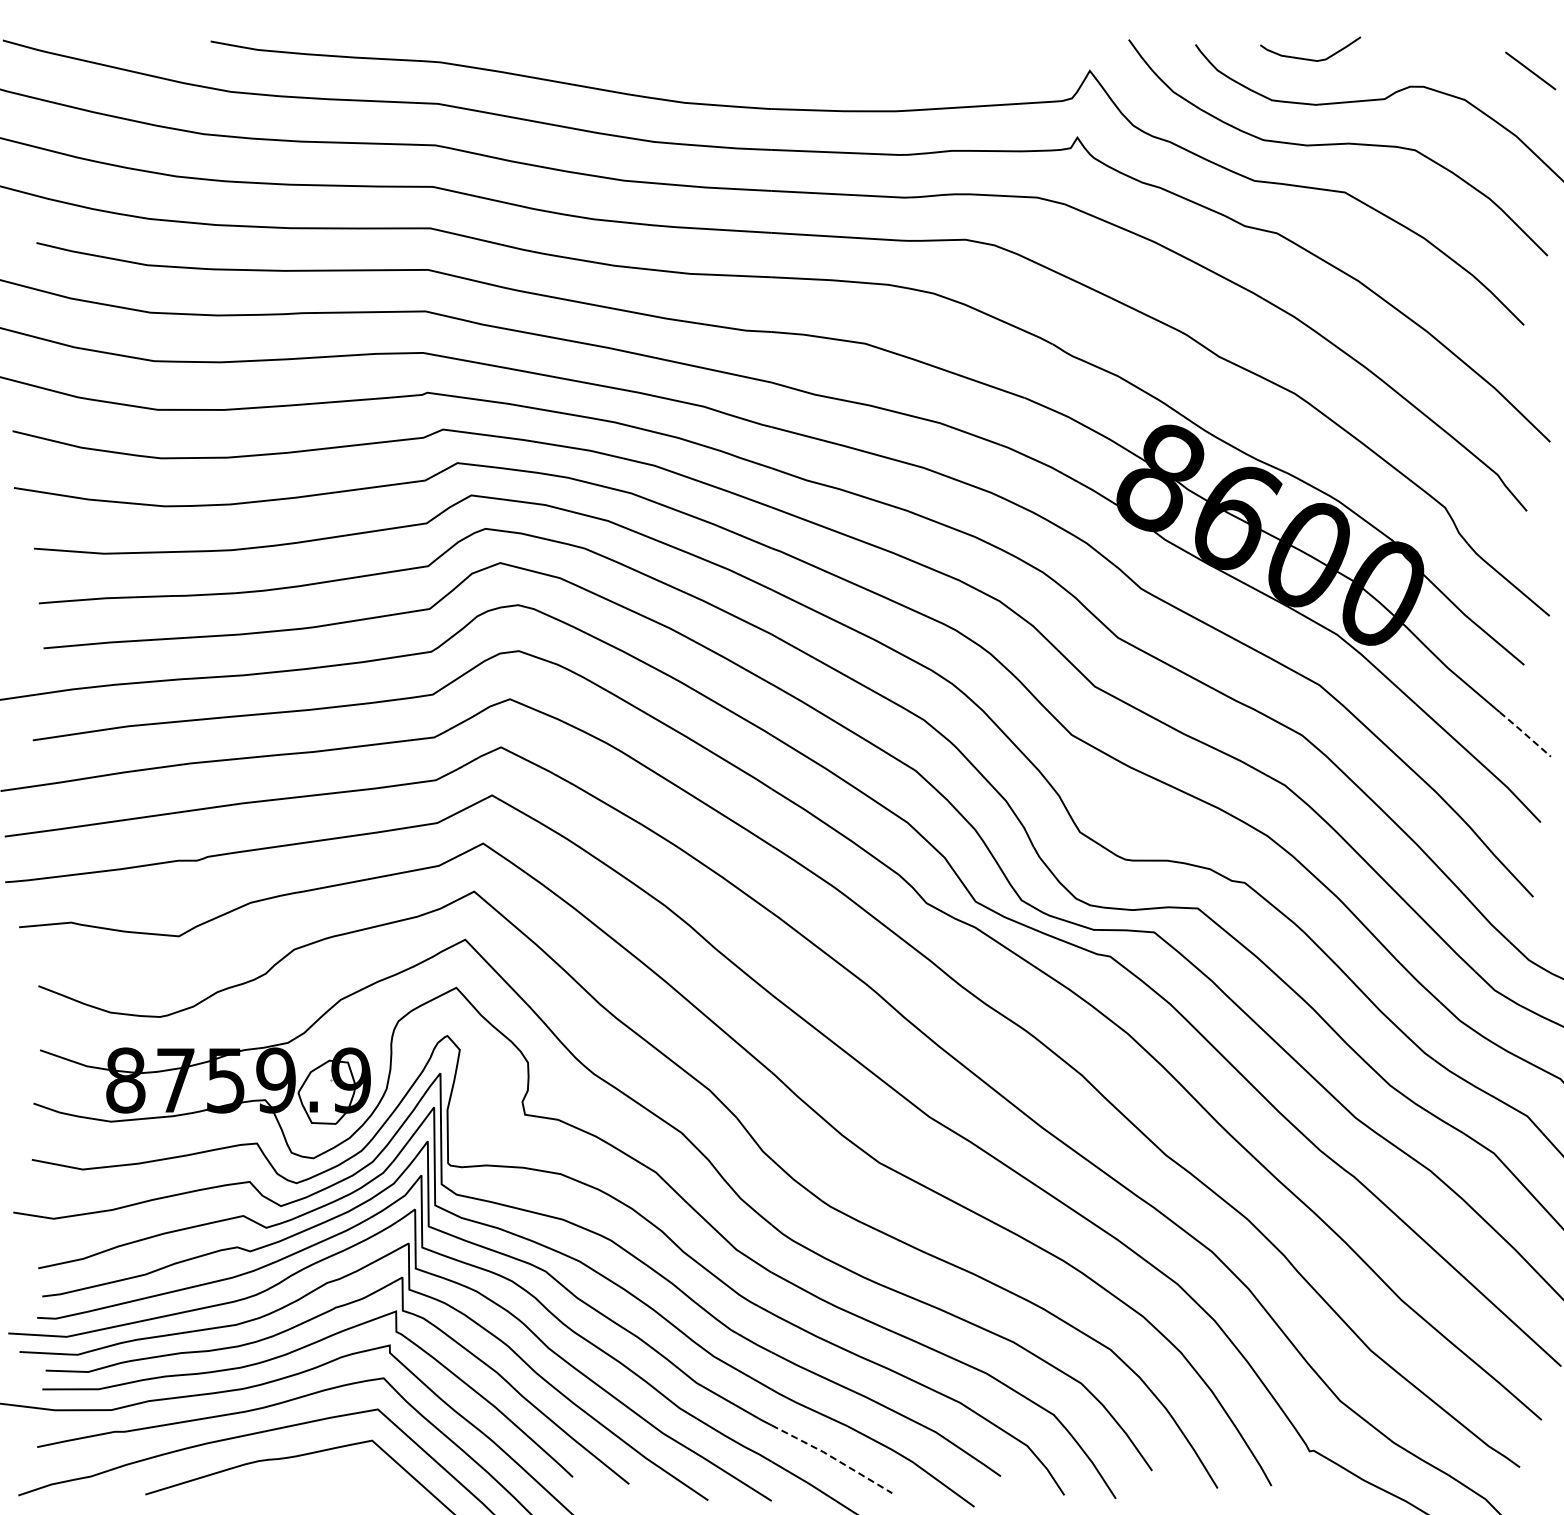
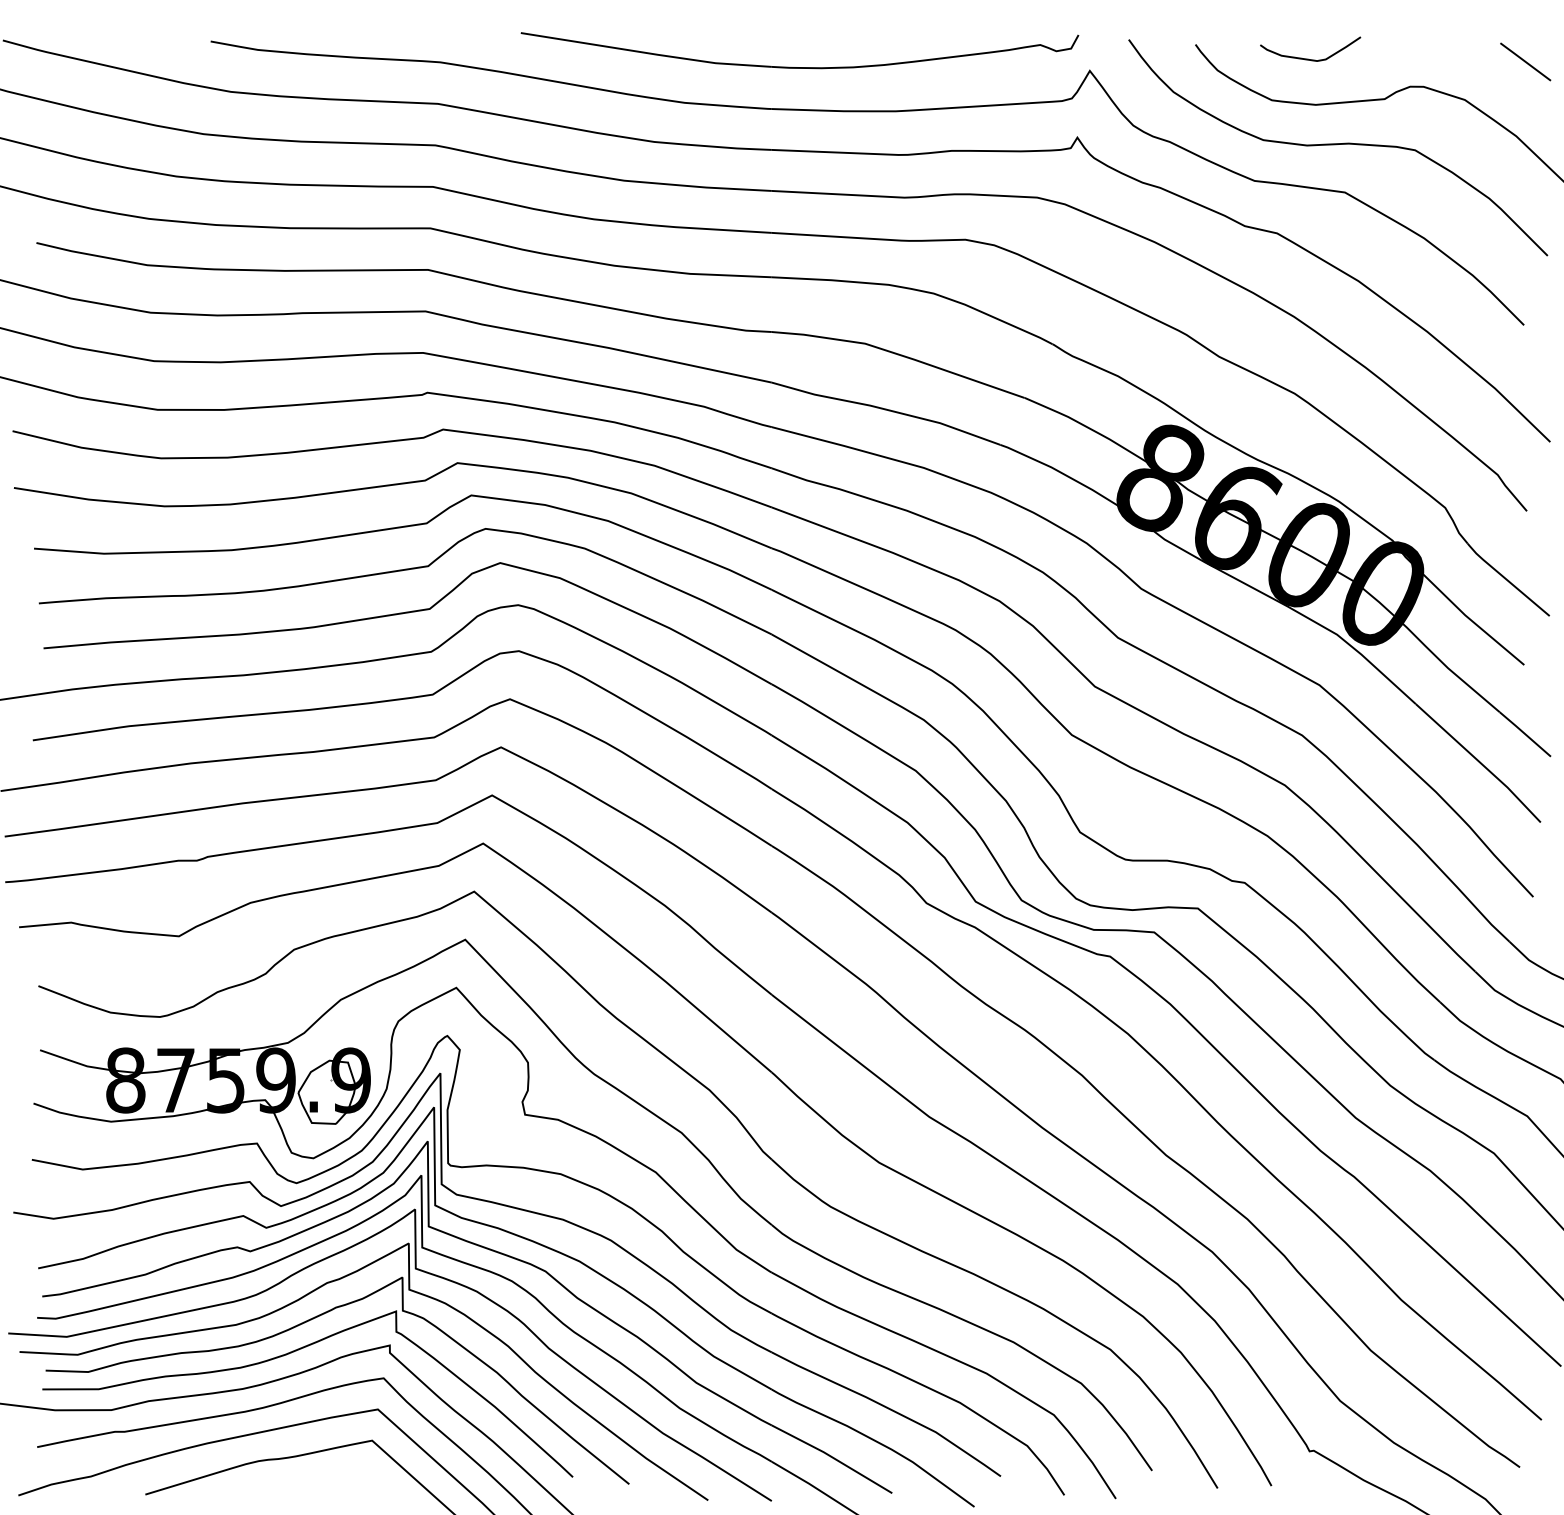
part at (799, 67): none -> present
line at (1530, 70) position: (1530, 70) -> (1525, 61)
line at (1525, 734): dashed -> solid
line at (832, 1457): dashed -> solid
